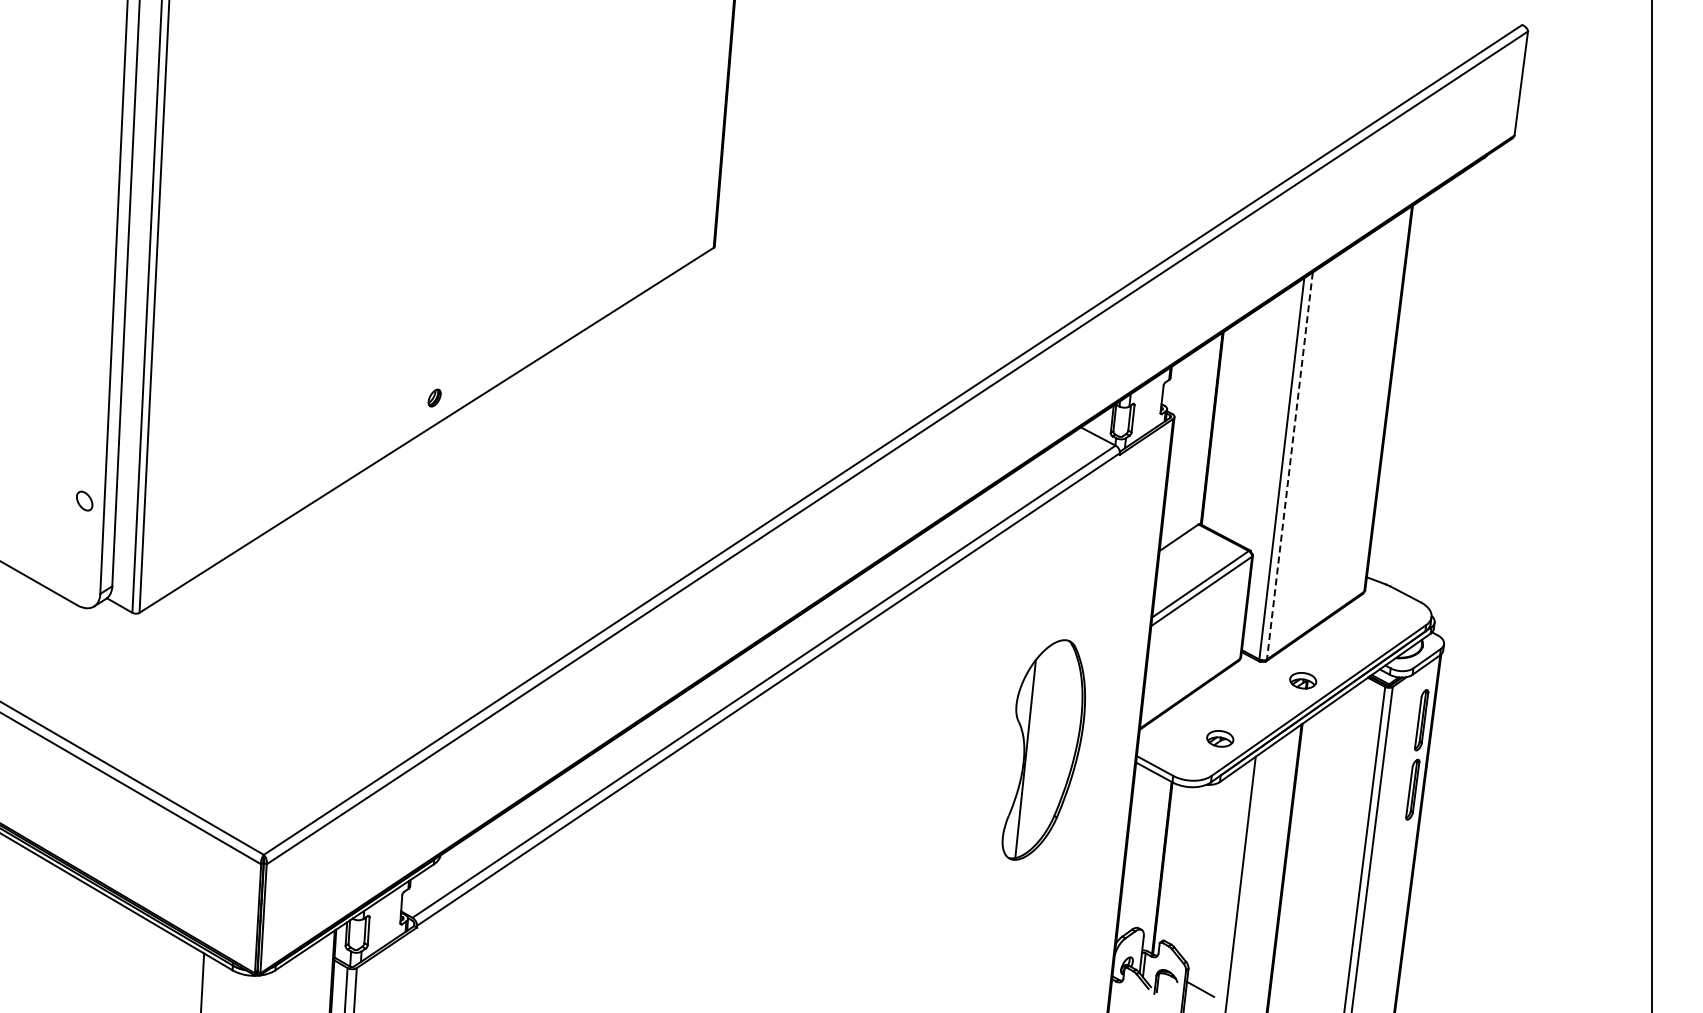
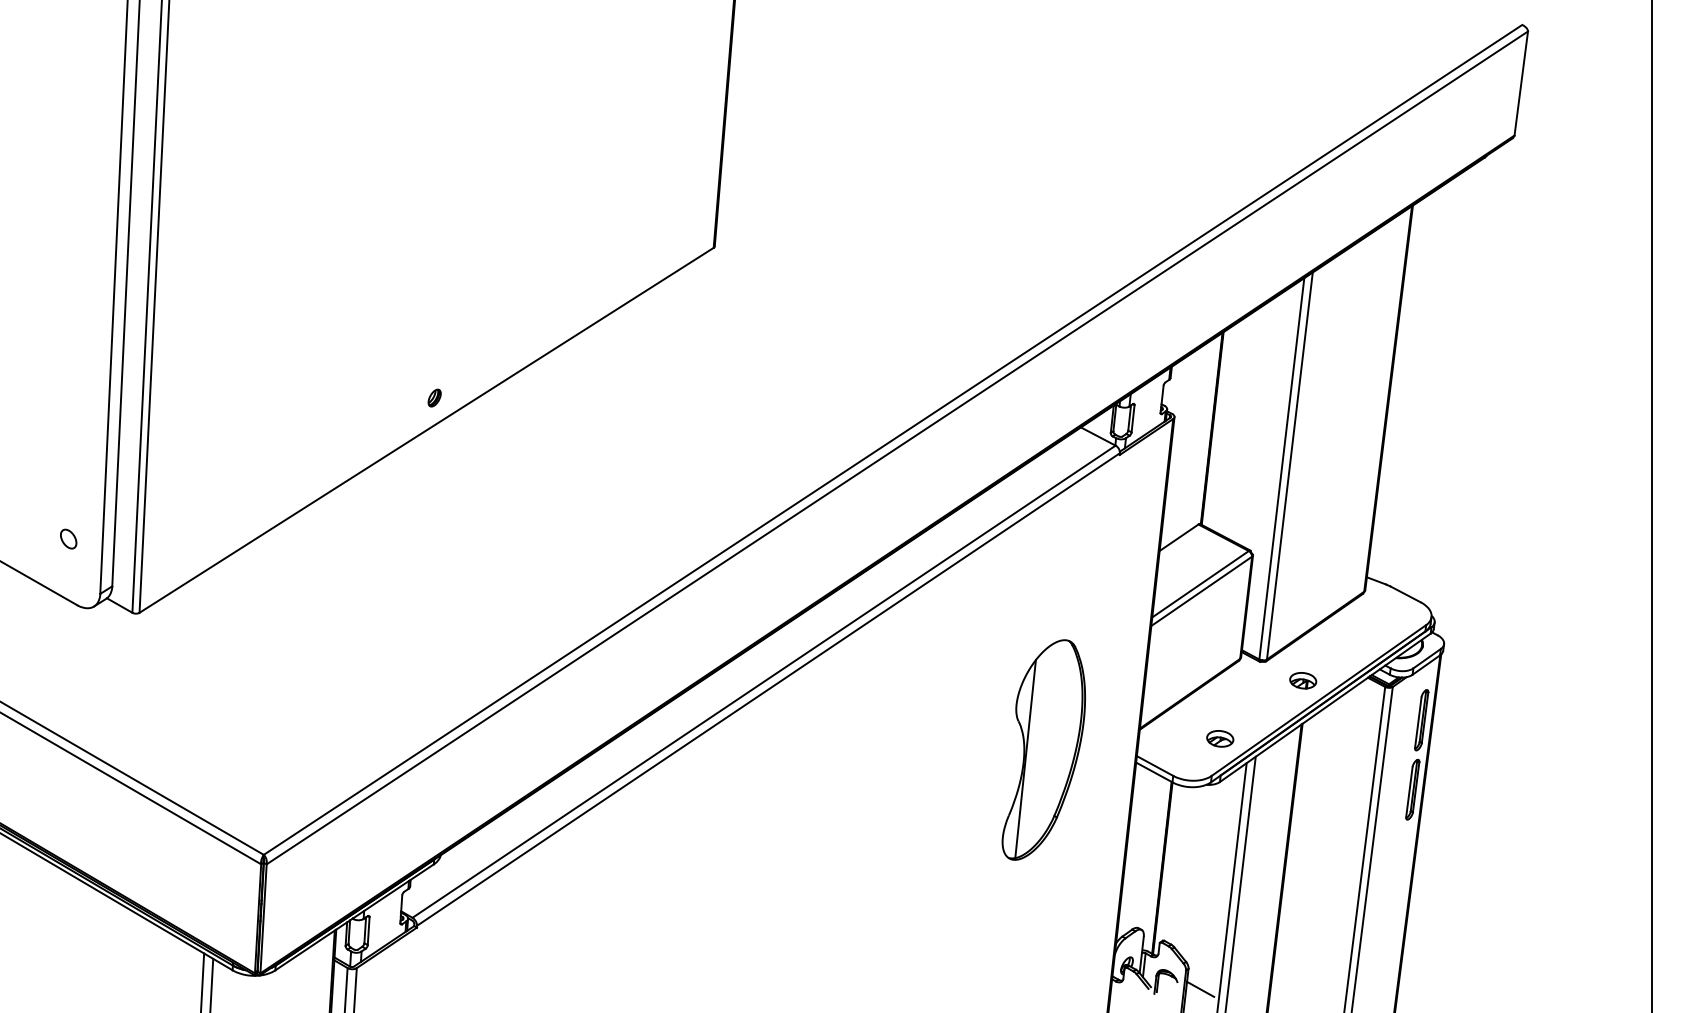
line at (1289, 466): dashed -> solid
part at (84, 500) position: (84, 500) -> (68, 538)
line at (1231, 886): none -> present
line at (211, 983): none -> present
